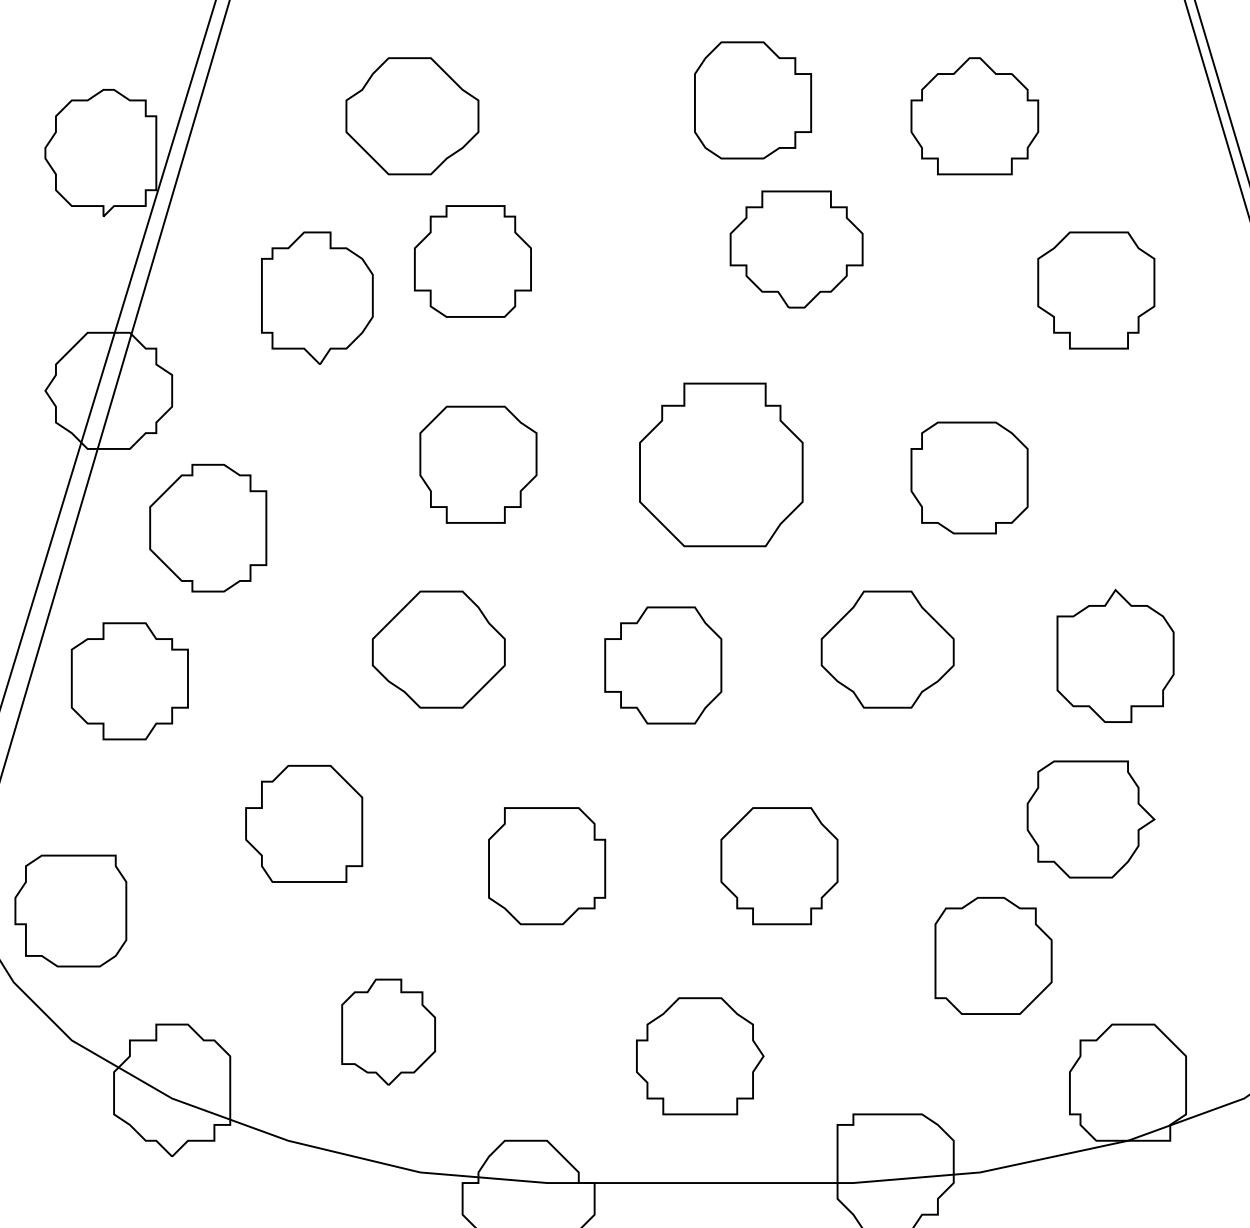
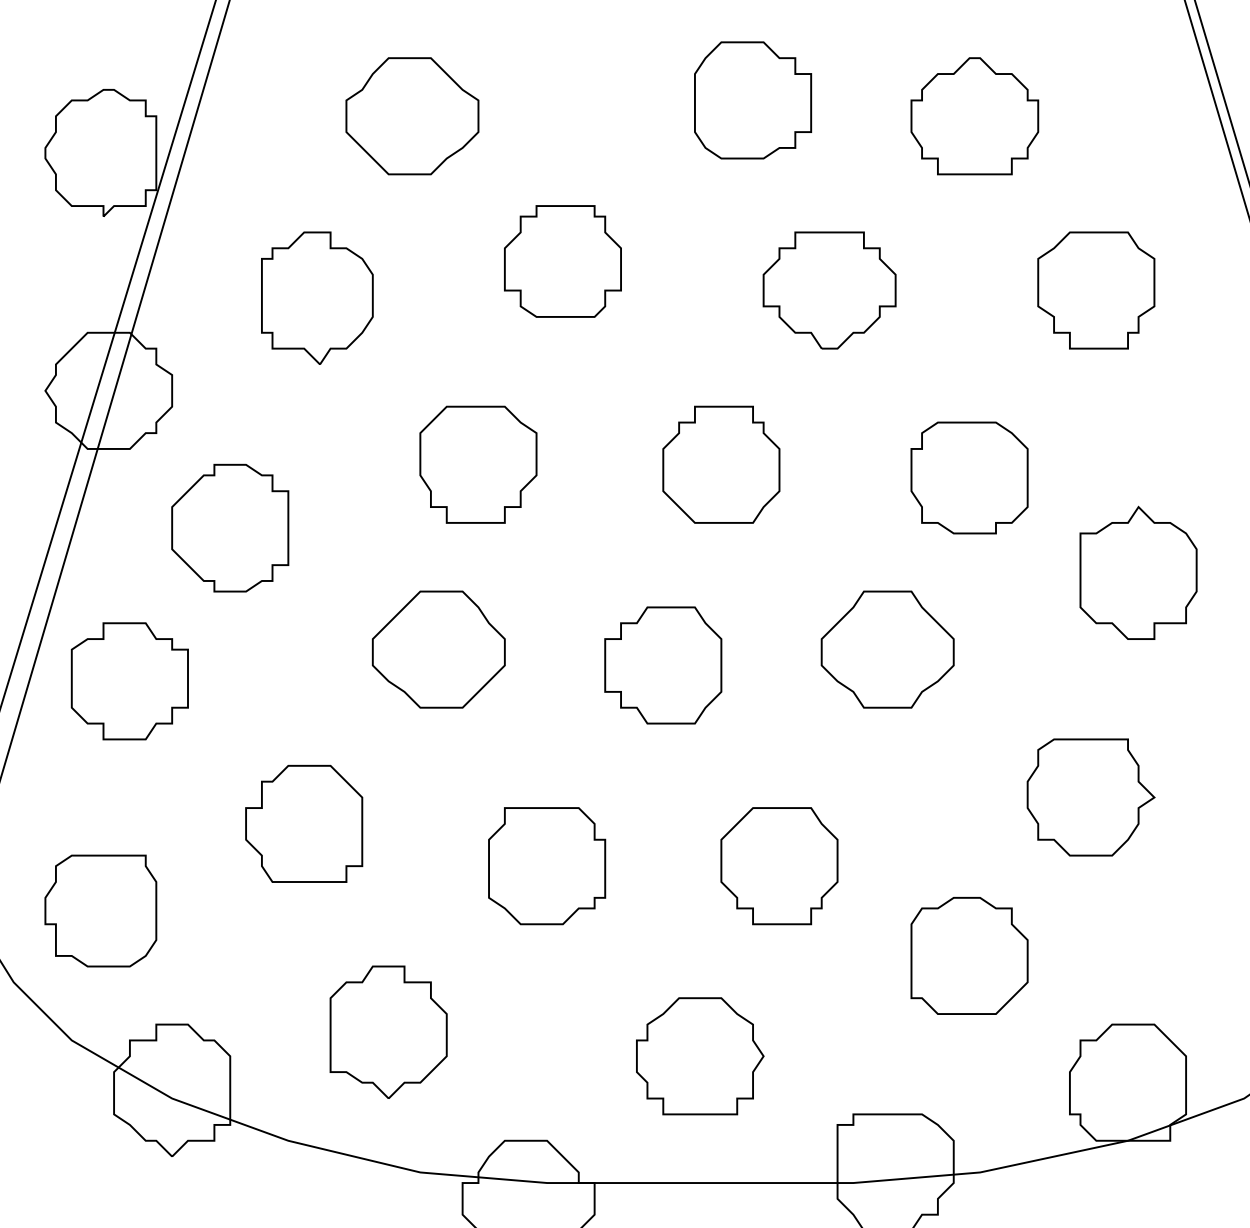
part at (796, 249) position: (796, 249) -> (829, 290)
part at (472, 261) position: (472, 261) -> (562, 261)
part at (721, 464) size: 165x166 px -> 119x119 px
part at (208, 527) position: (208, 527) -> (230, 527)
part at (1115, 655) position: (1115, 655) -> (1138, 572)
part at (1090, 819) position: (1090, 819) -> (1090, 797)
part at (70, 910) position: (70, 910) -> (100, 910)
part at (993, 955) position: (993, 955) -> (969, 955)
part at (388, 1031) size: 95x108 px -> 119x134 px
